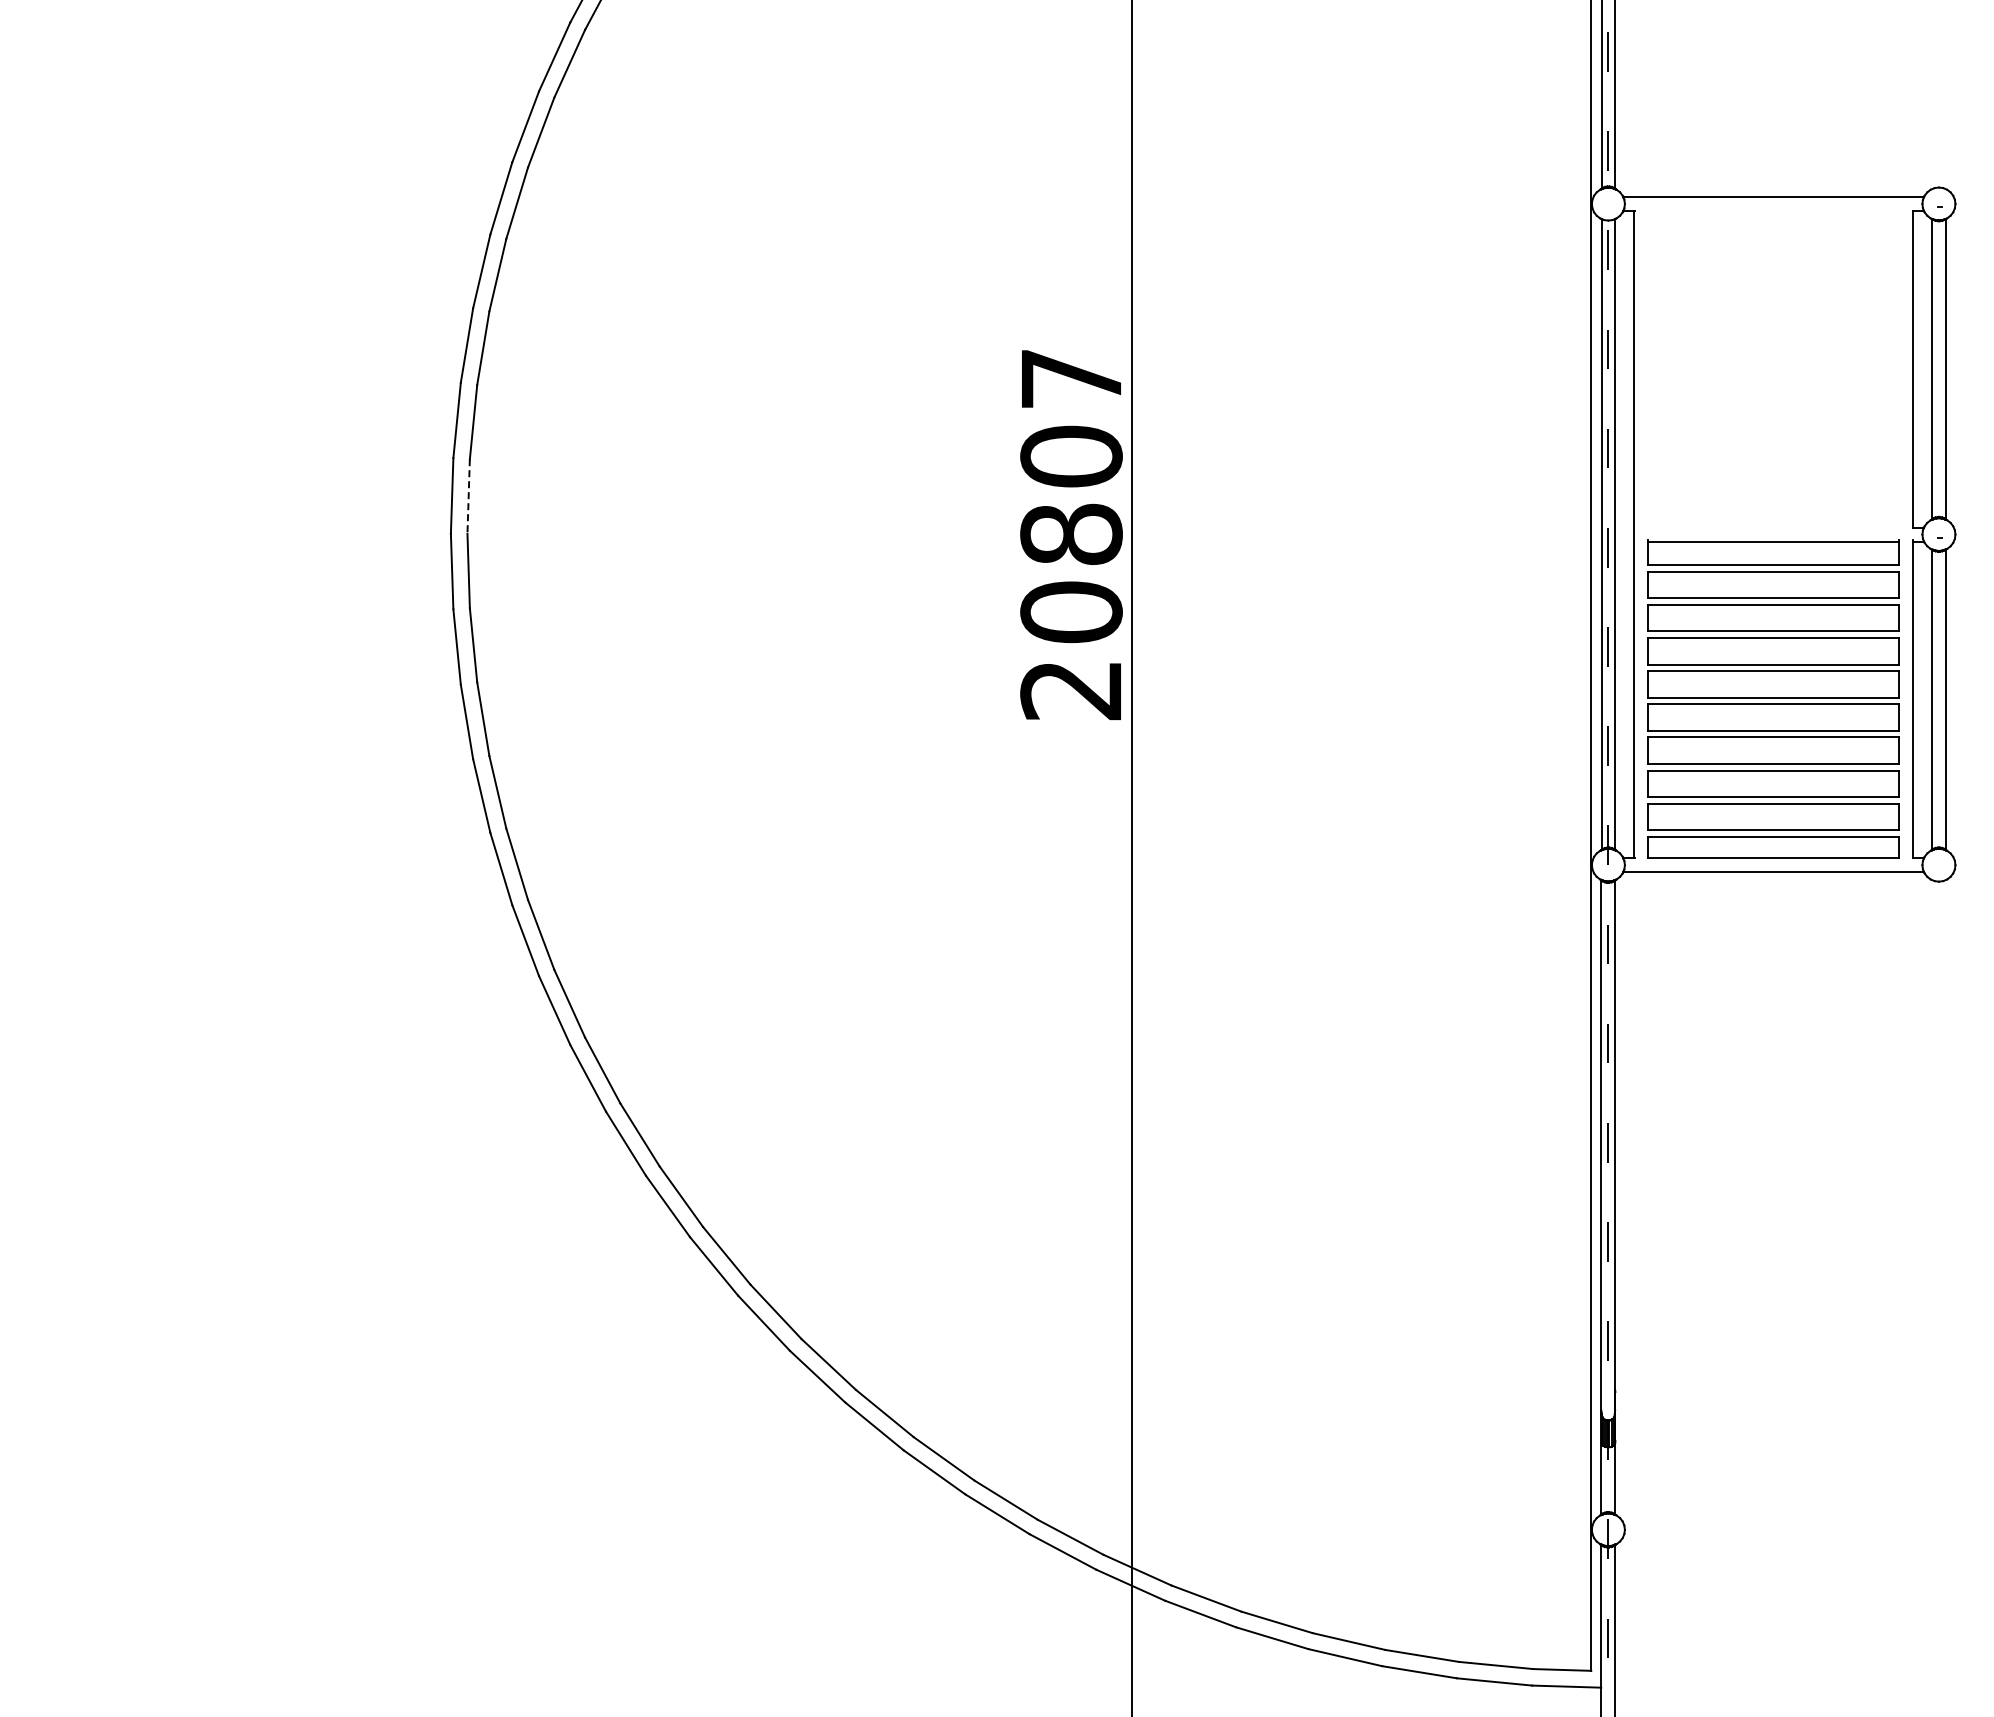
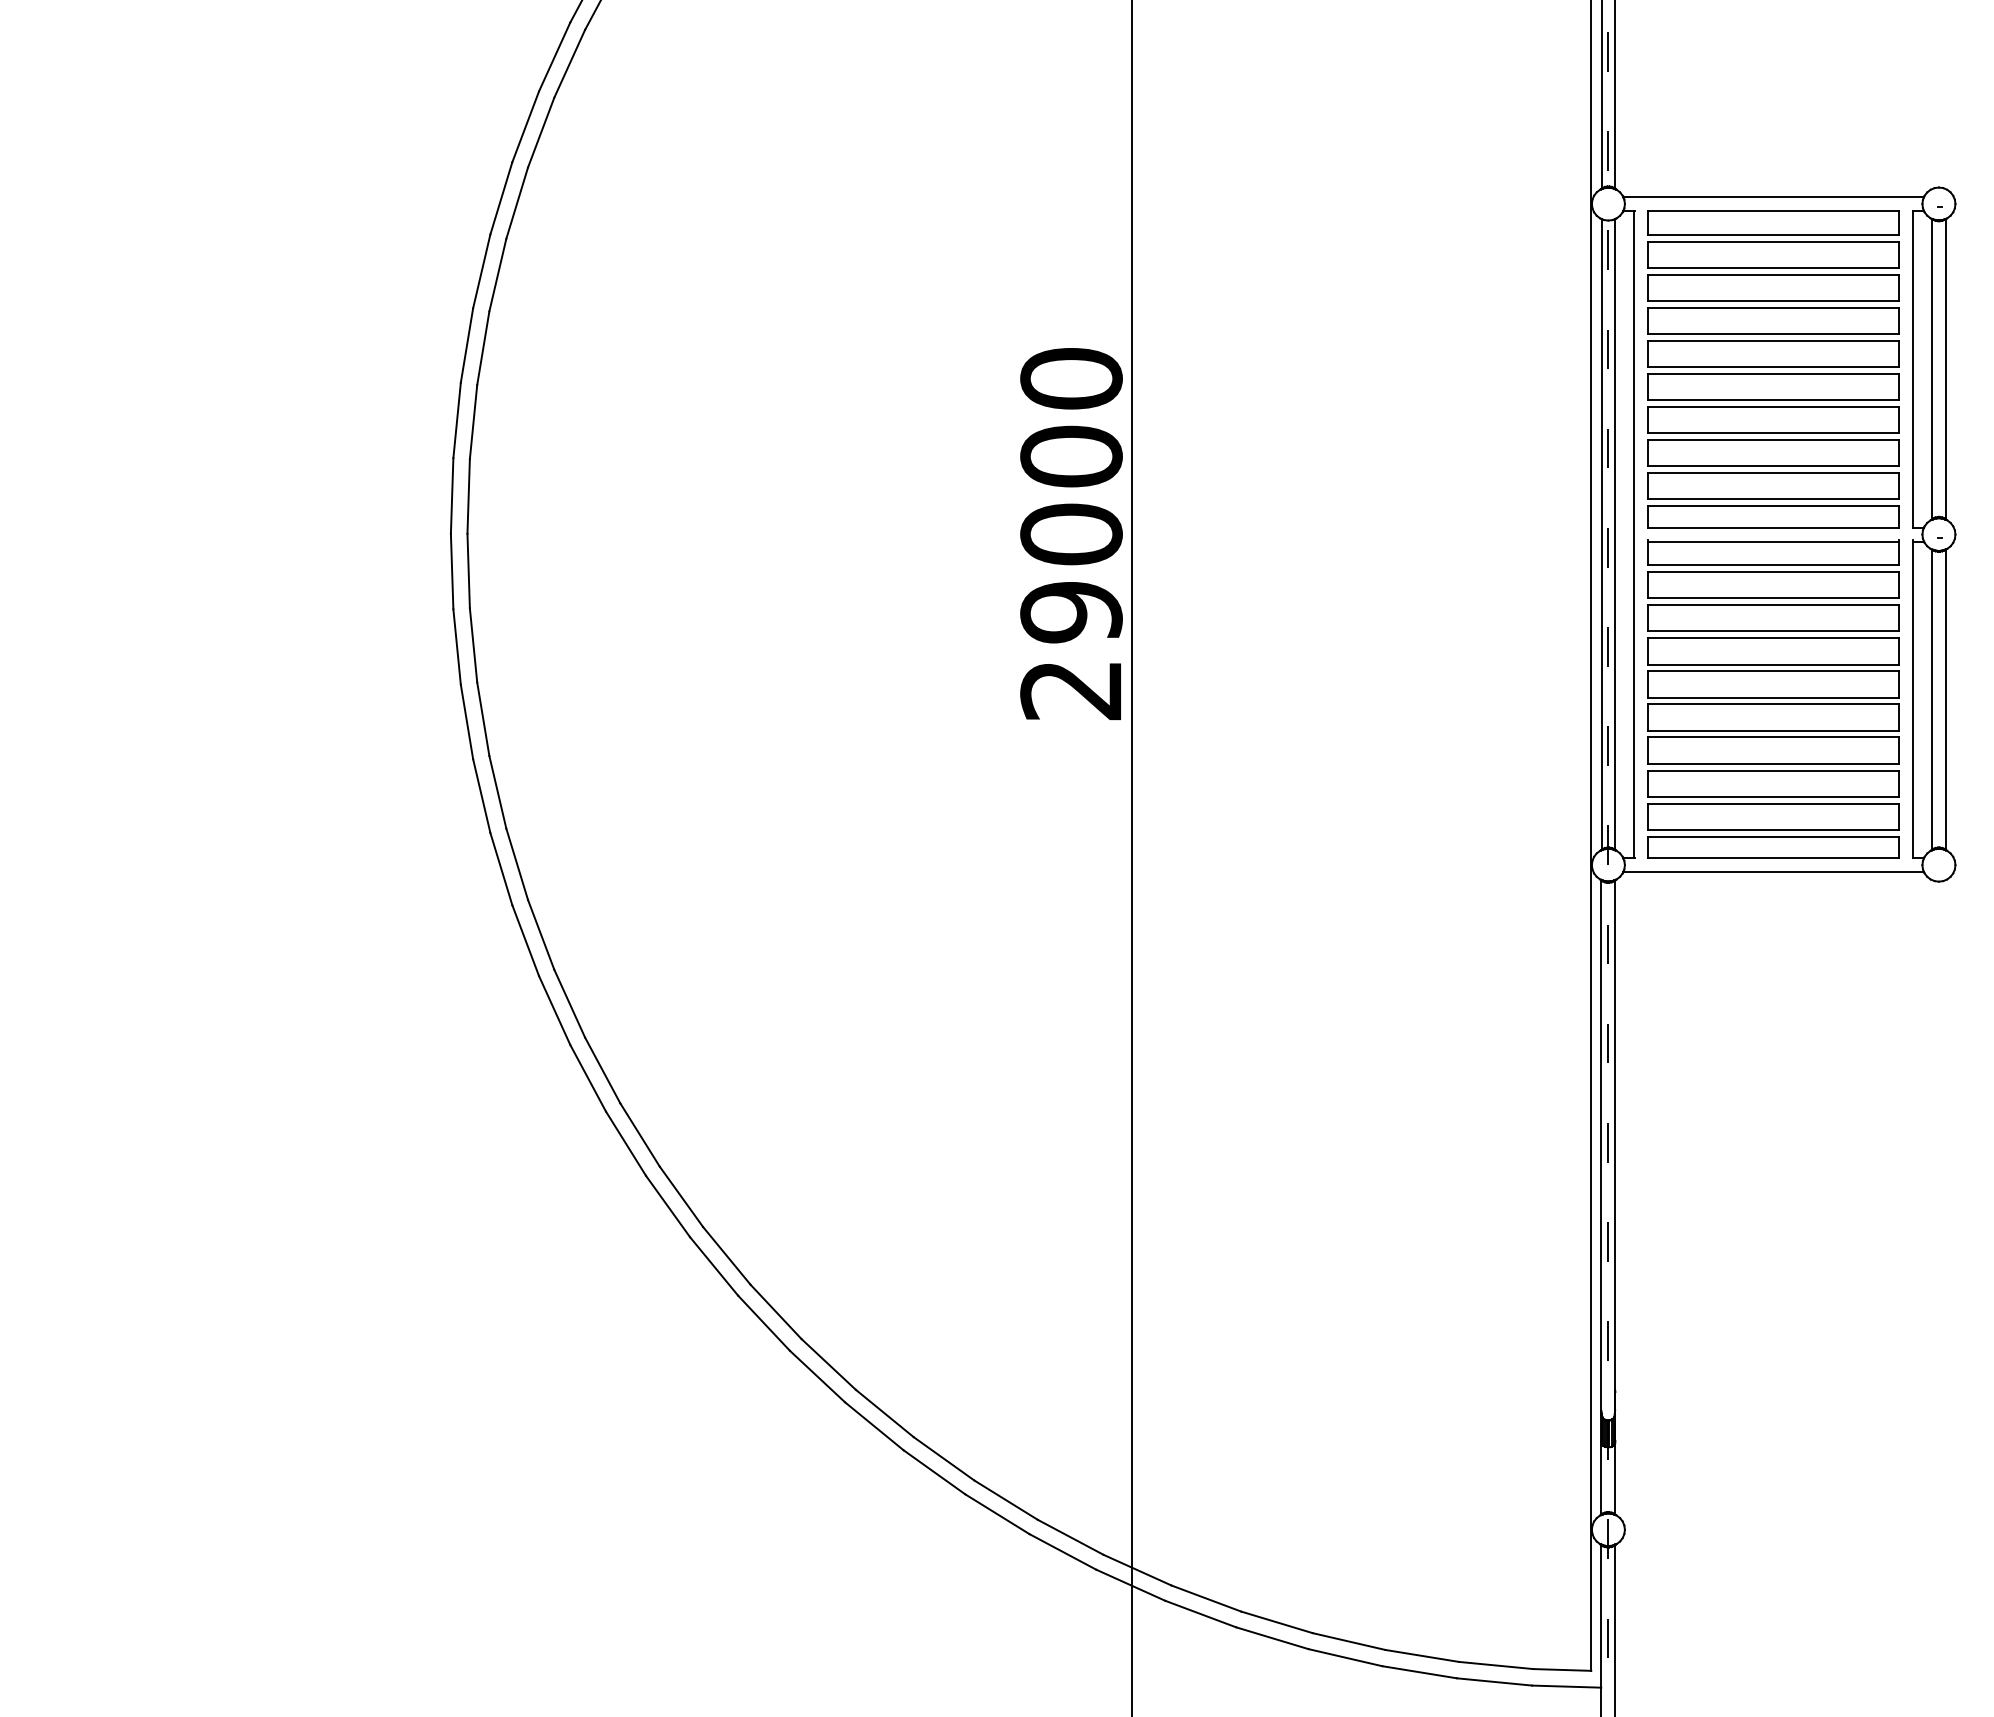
part at (1773, 369): none -> present
text at (1071, 495): 20807 -> 29000
line at (468, 496): dashed -> solid
